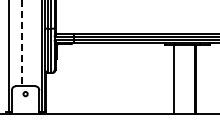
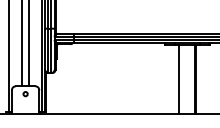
line at (22, 43): dashed -> solid
line at (28, 44): none -> present
line at (173, 78) position: (173, 78) -> (178, 78)
